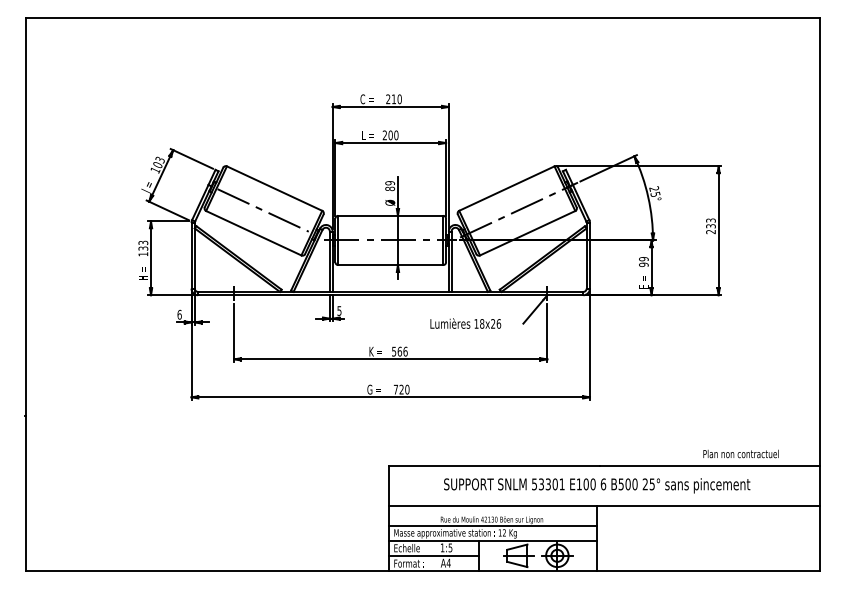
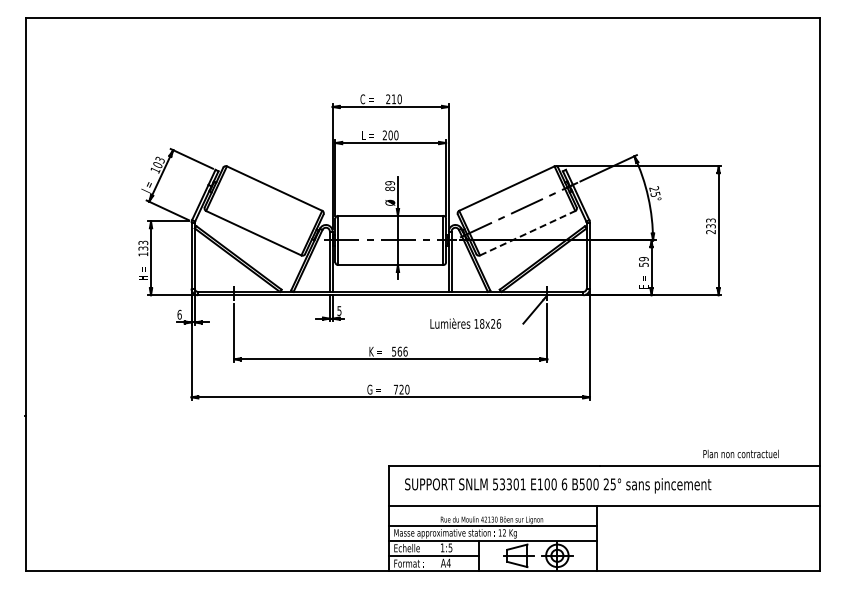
line at (262, 210): present -> none
line at (527, 233): solid -> dashed
text at (643, 264): 99 -> 59
text at (597, 485) position: (597, 485) -> (558, 485)
